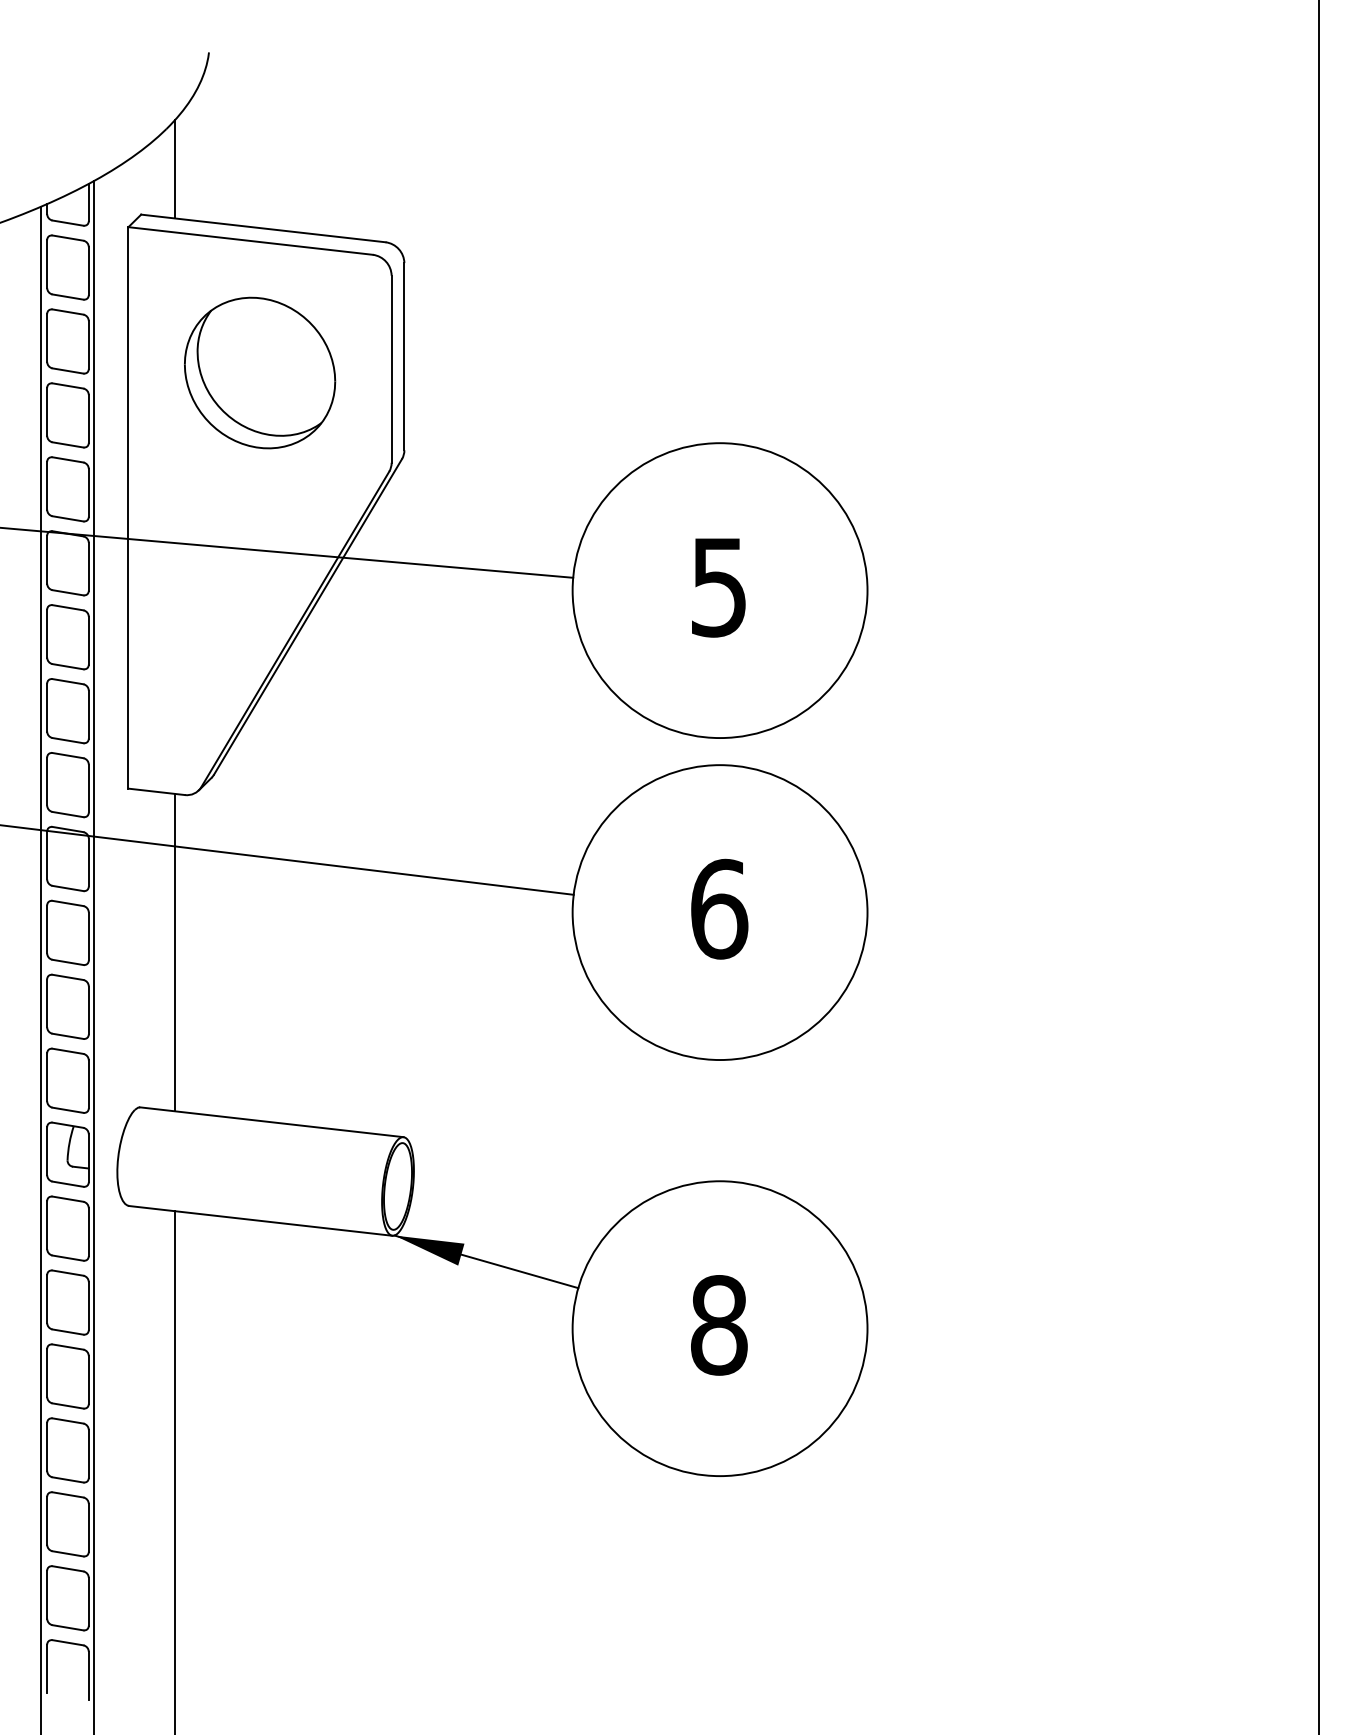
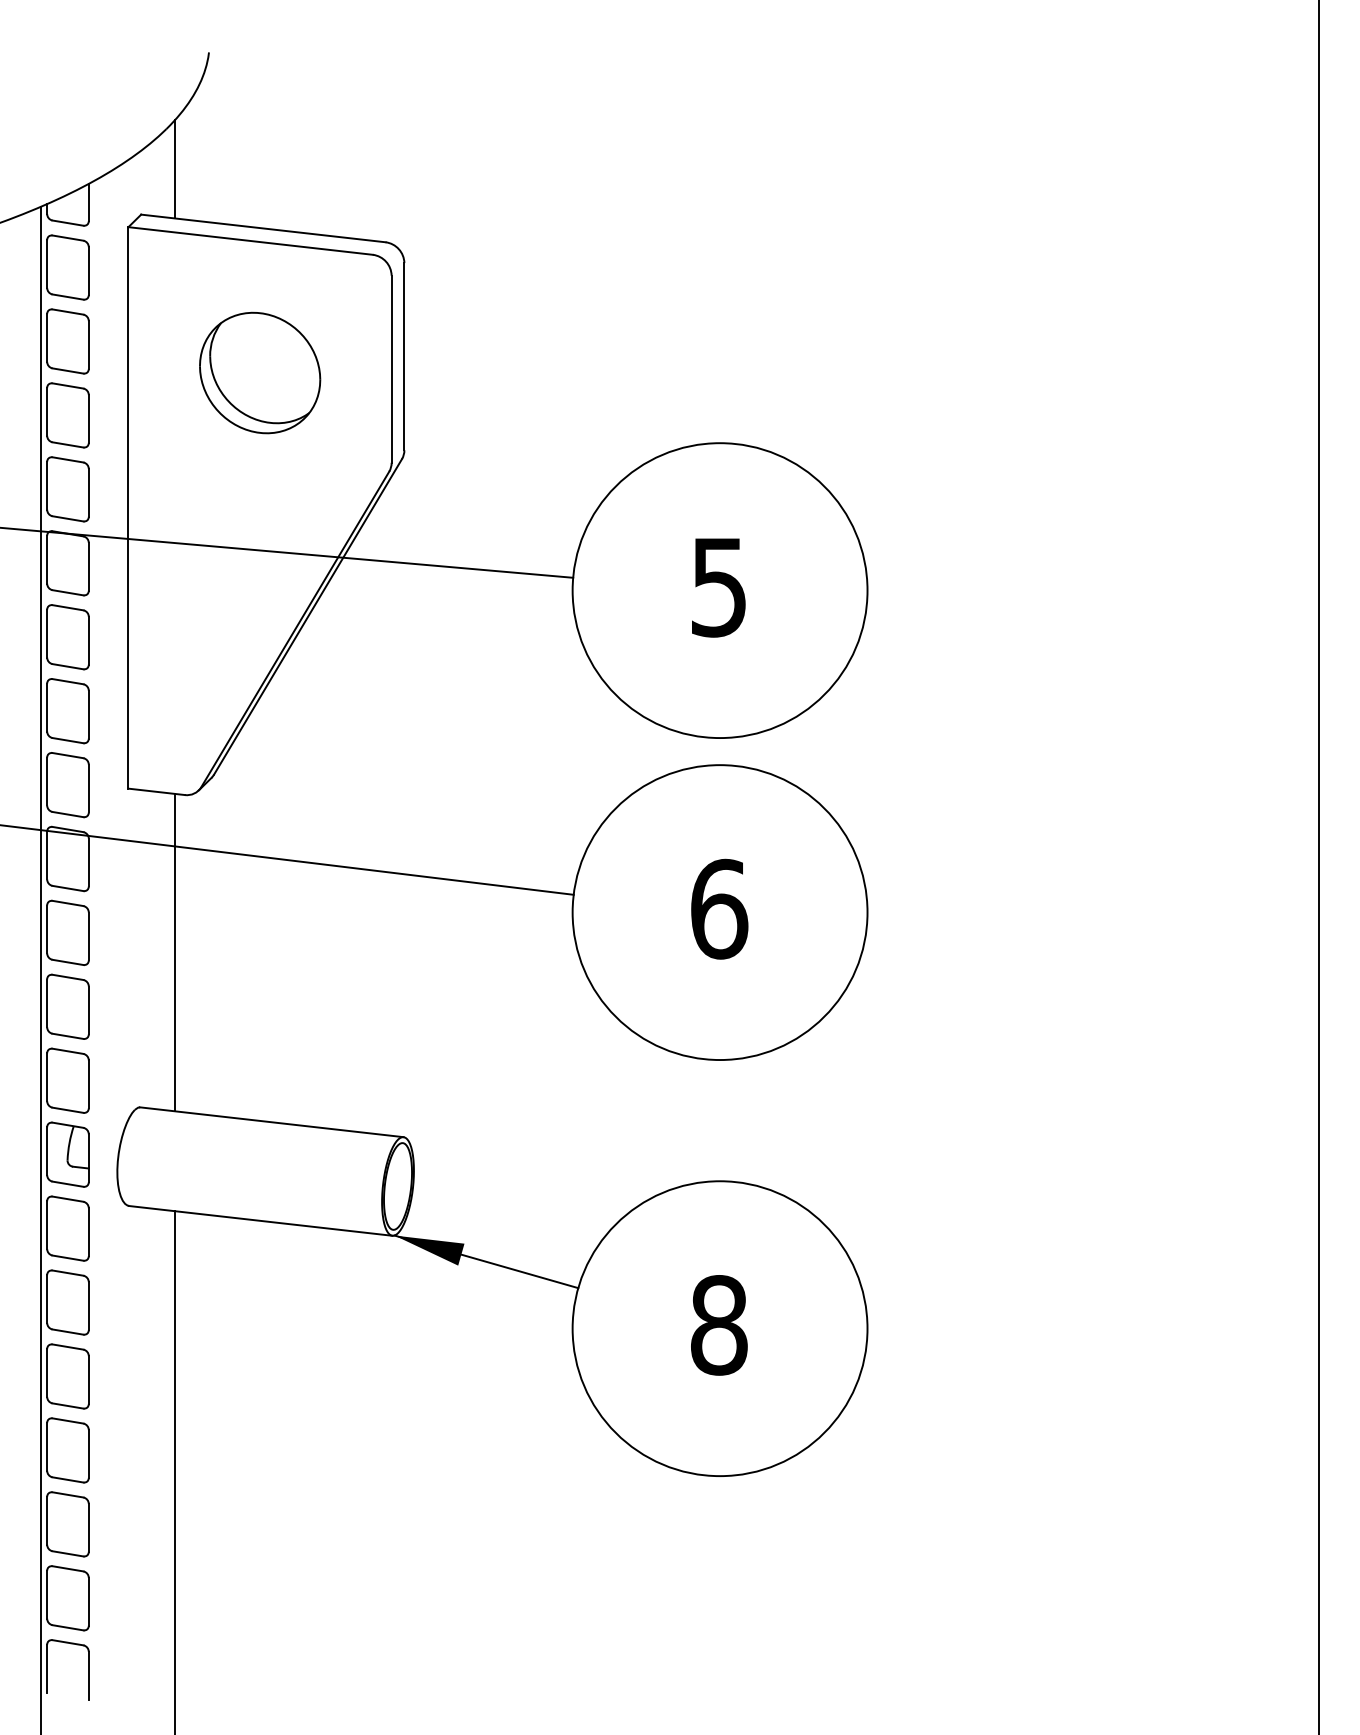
part at (260, 372) size: 153x154 px -> 123x124 px
line at (94, 955): present -> none
